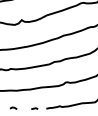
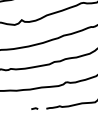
line at (13, 107): present -> none
